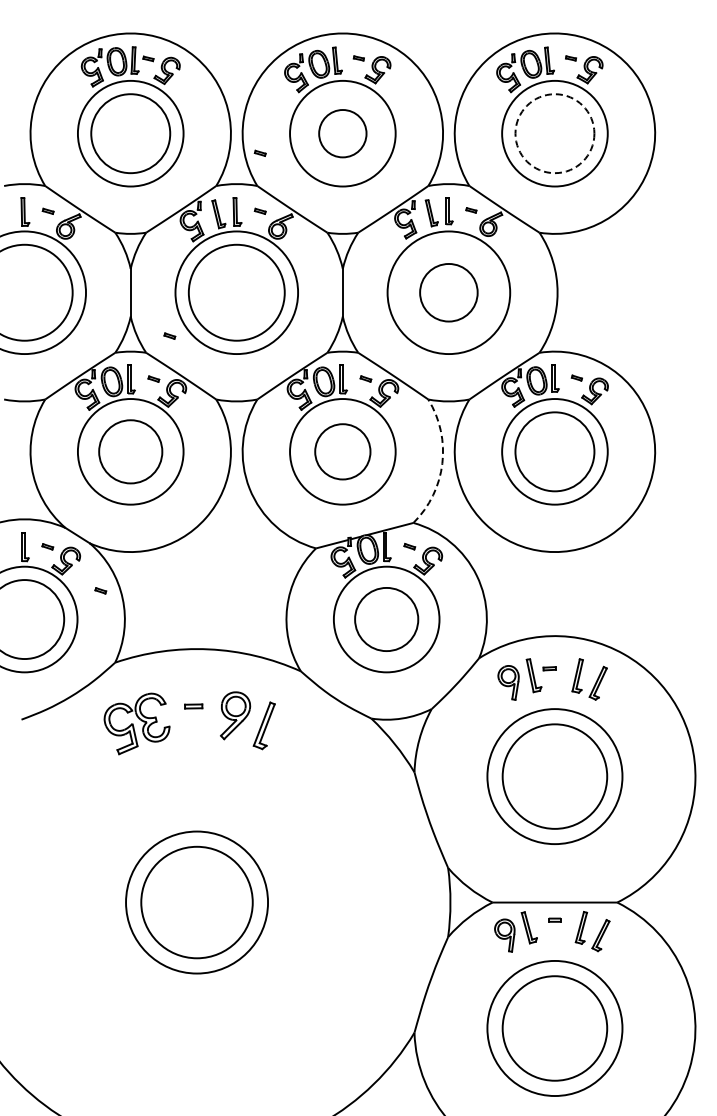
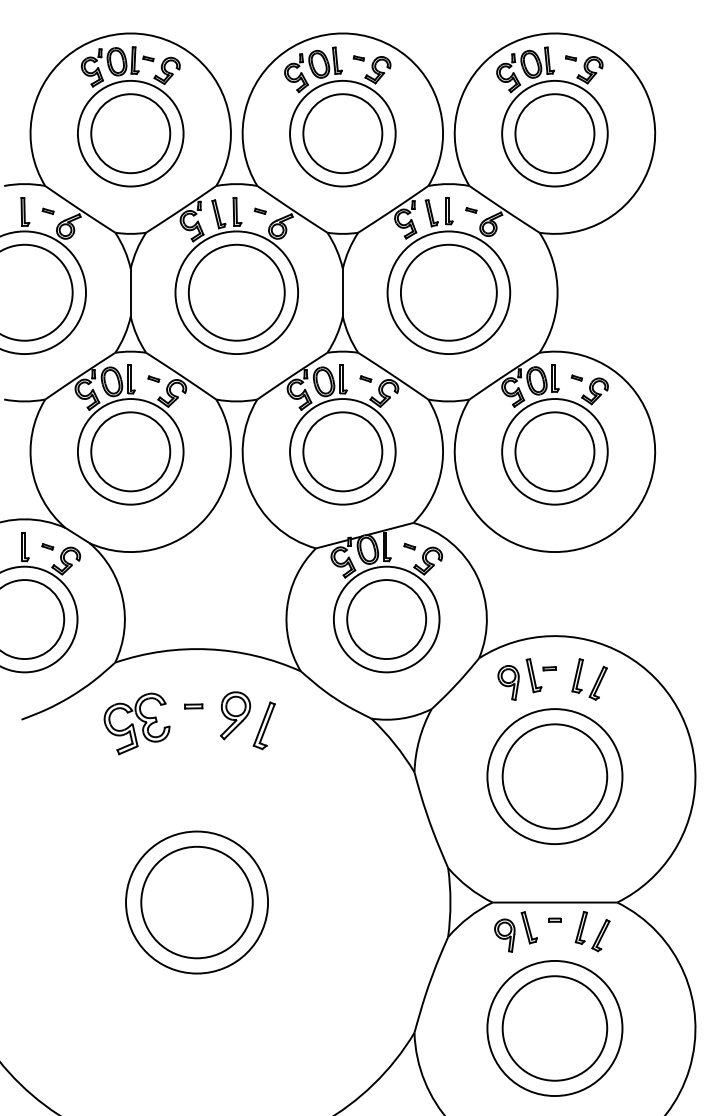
circle at (342, 133) diameter: 47 px -> 79 px
circle at (554, 133): dashed -> solid
part at (259, 152): present -> none
circle at (448, 292) diameter: 58 px -> 96 px
part at (169, 335): present -> none
circle at (130, 451) diameter: 63 px -> 79 px
circle at (342, 451) diameter: 55 px -> 79 px
arc at (442, 463): dashed -> solid
part at (100, 590): present -> none
circle at (386, 619) diameter: 63 px -> 79 px
